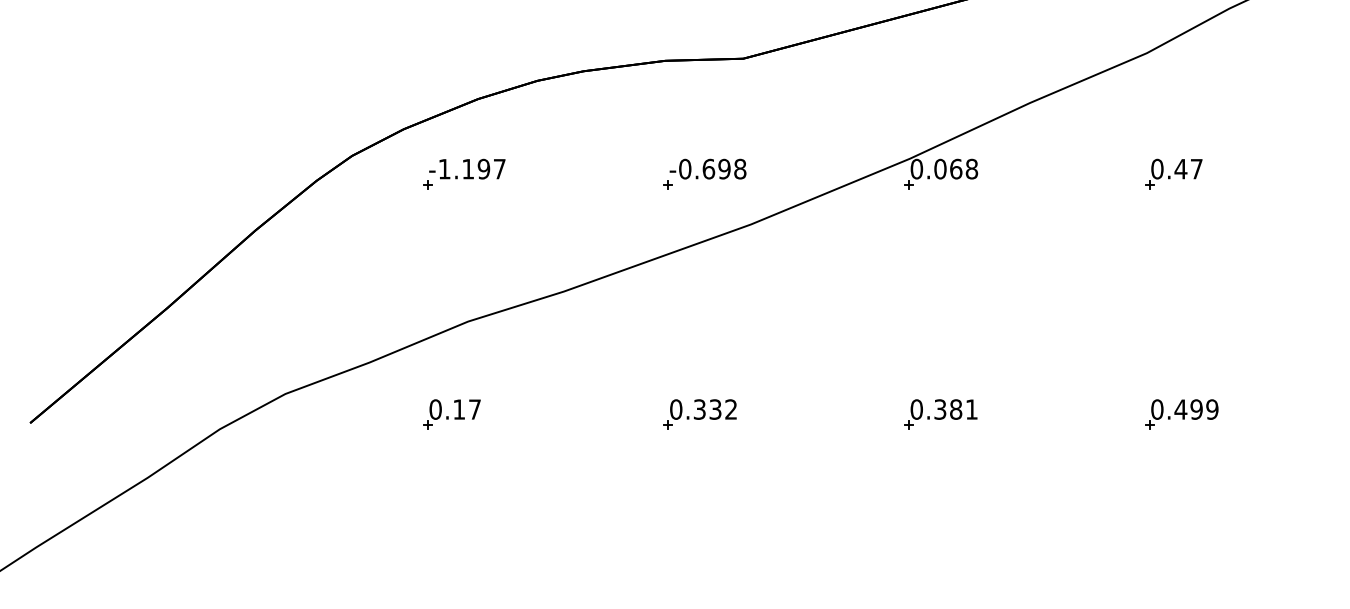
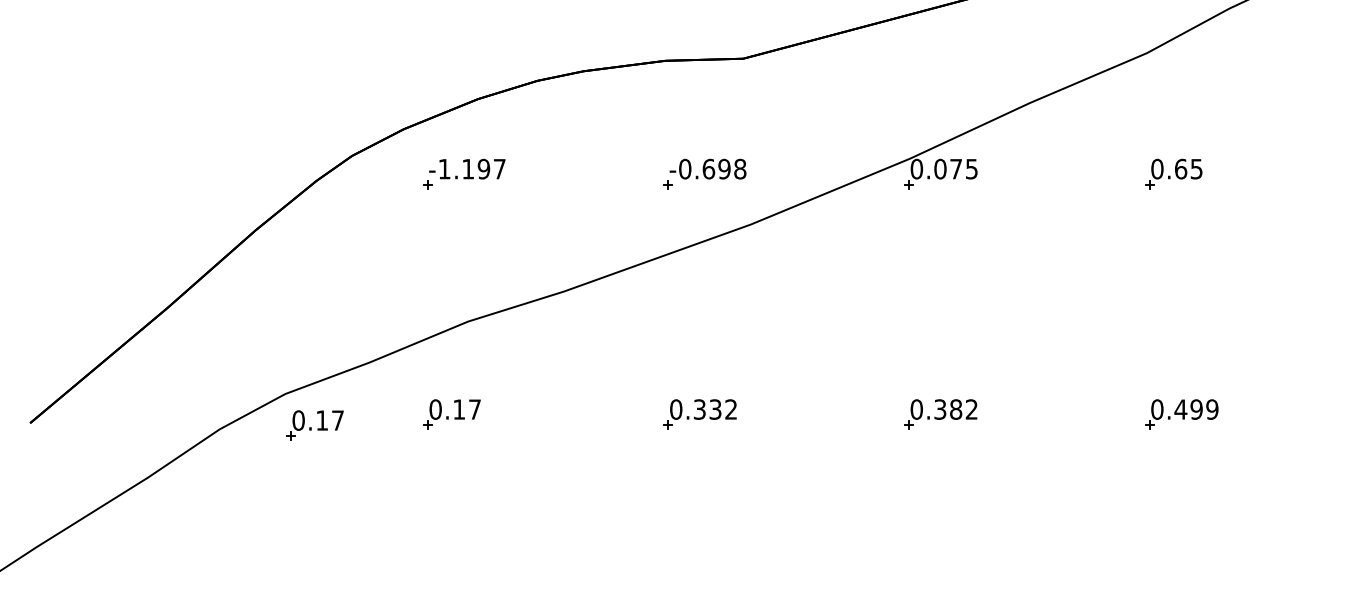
text at (964, 168): 0.068 -> 0.075
text at (1188, 168): 0.47 -> 0.65
text at (971, 409): 0.381 -> 0.382
part at (314, 425): none -> present
